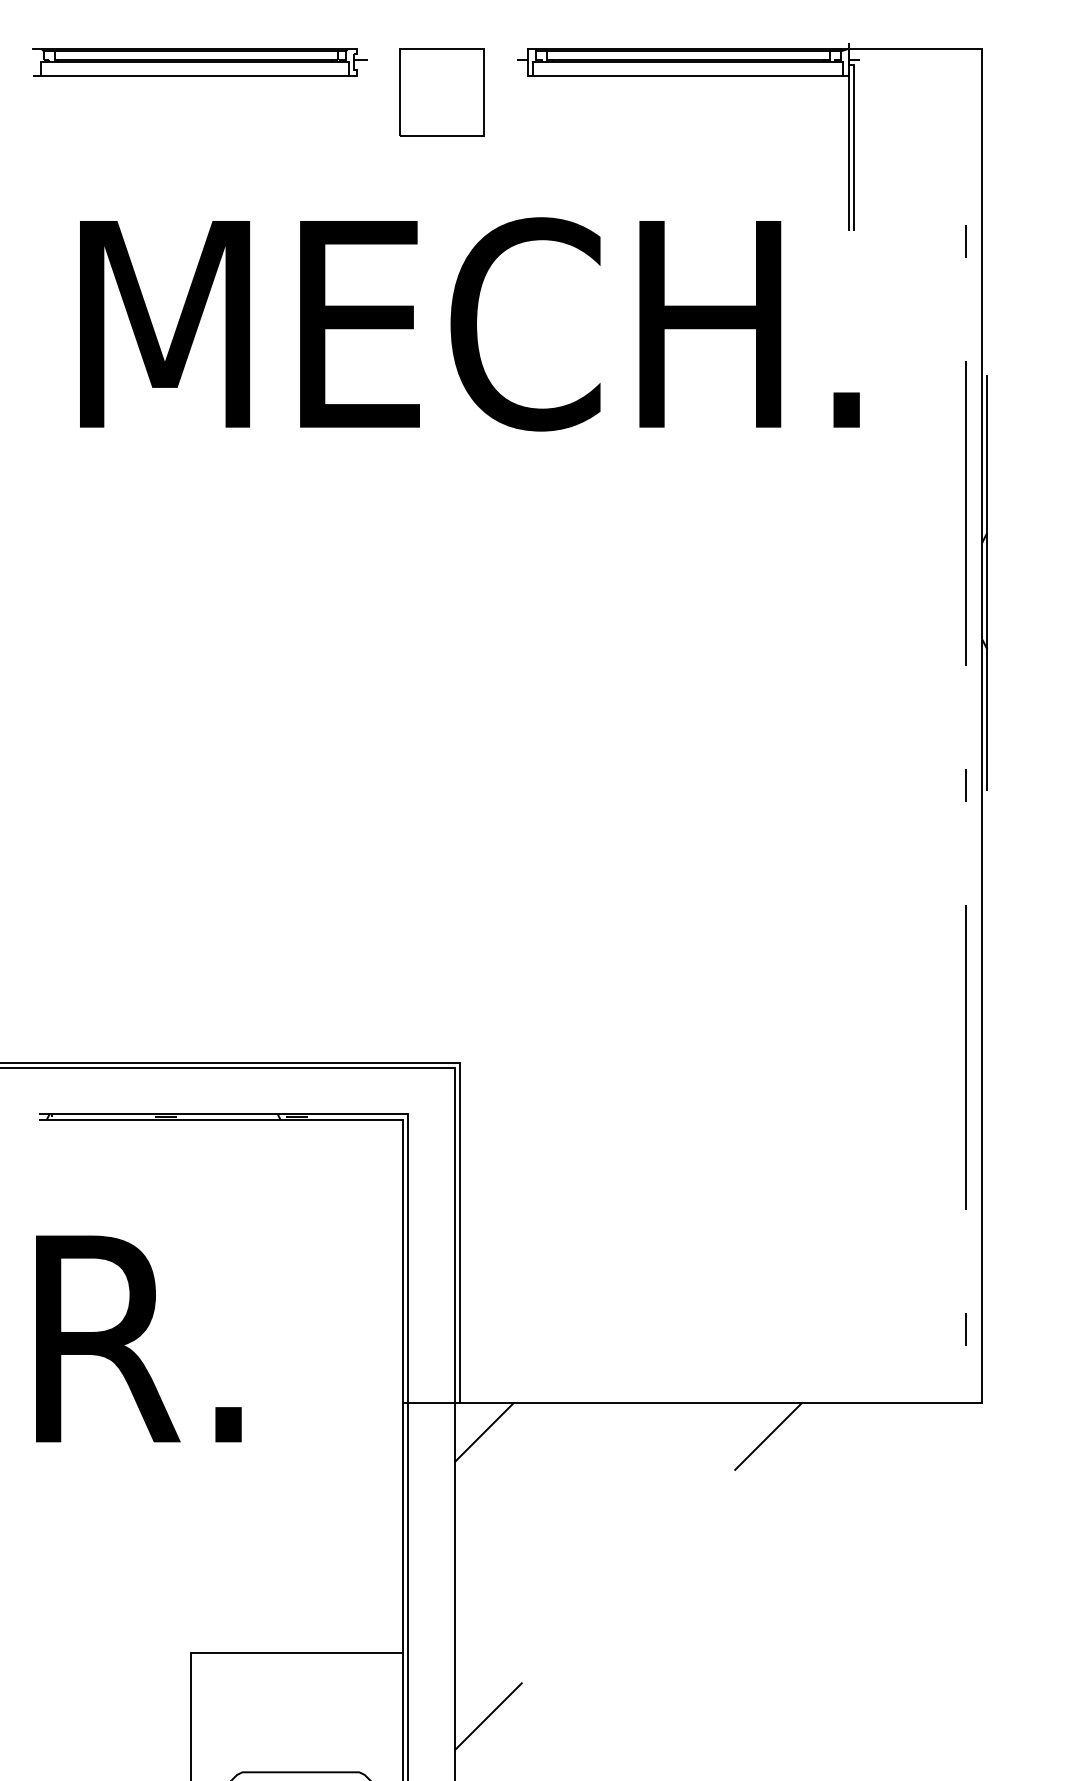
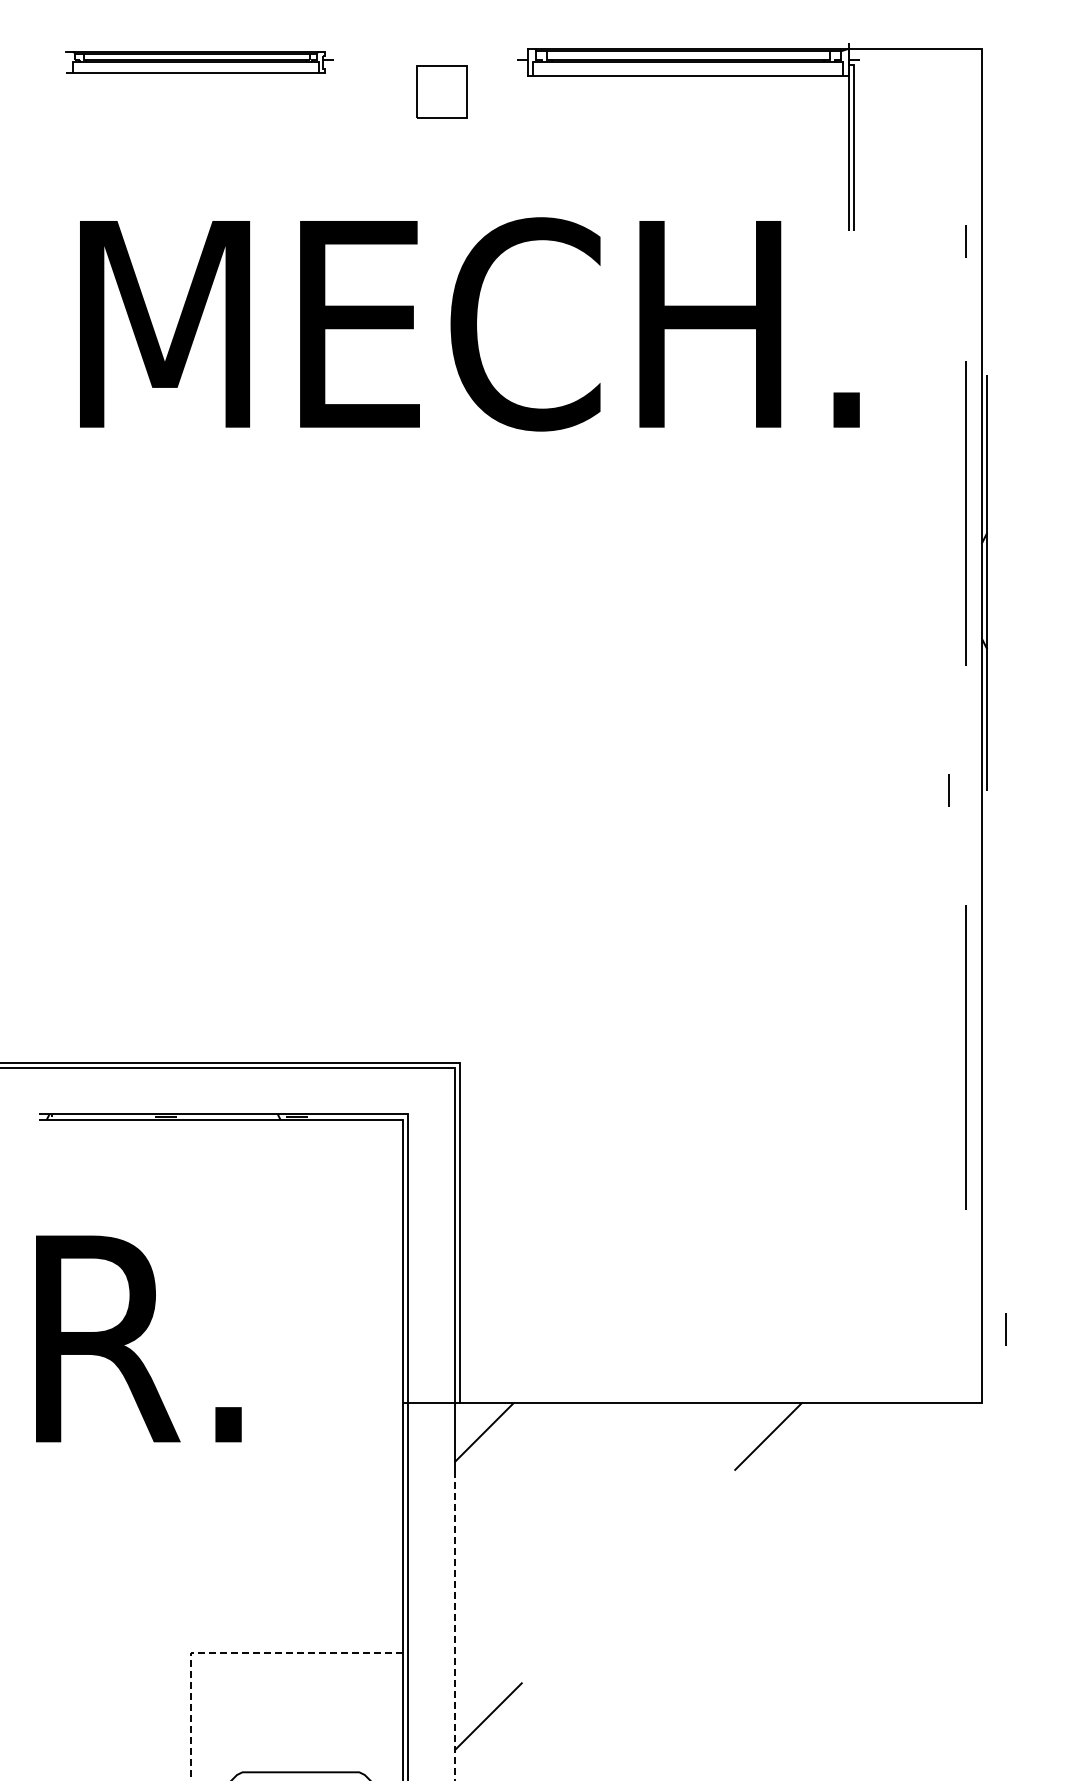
part at (199, 62) size: 336x29 px -> 269x23 px
part at (441, 92) size: 86x89 px -> 52x54 px
line at (965, 785) position: (965, 785) -> (948, 790)
line at (965, 1329) position: (965, 1329) -> (1005, 1329)
line at (454, 1625): solid -> dashed
line at (232, 1652): solid -> dashed
